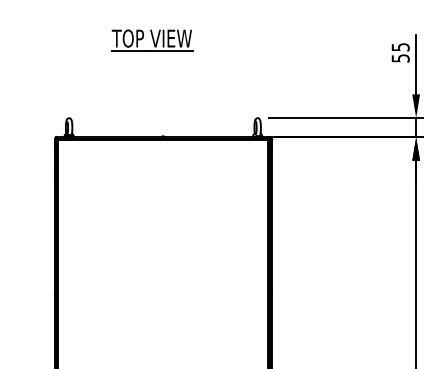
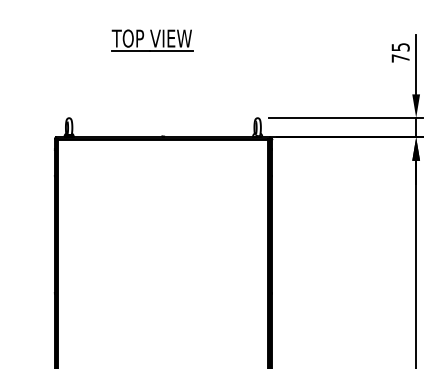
text at (400, 58): 55 -> 75
